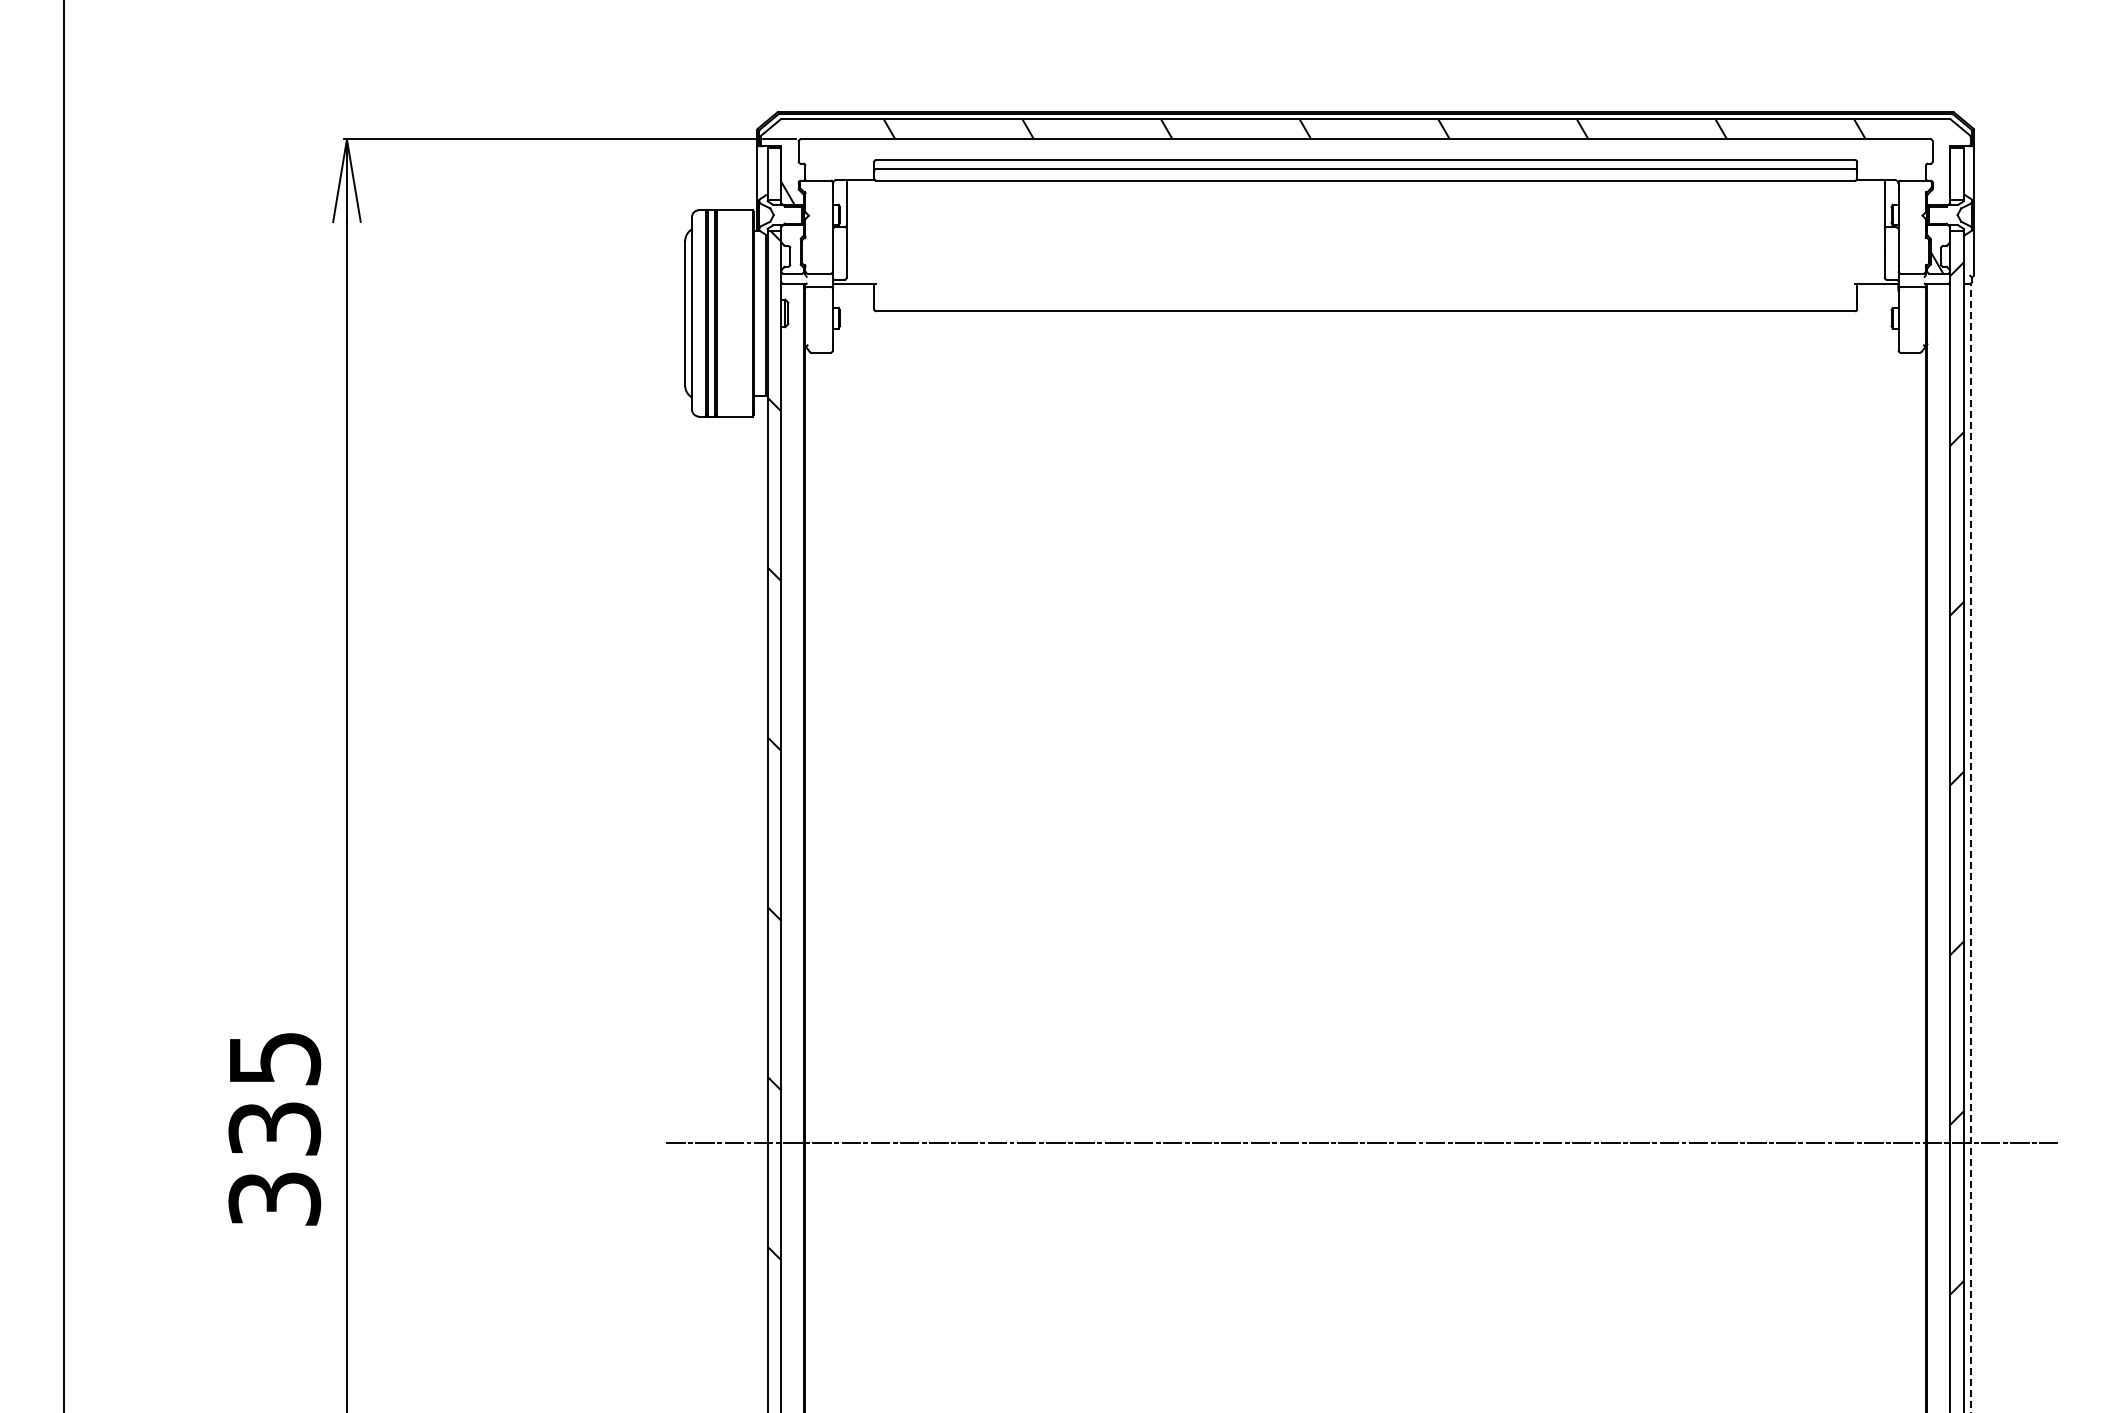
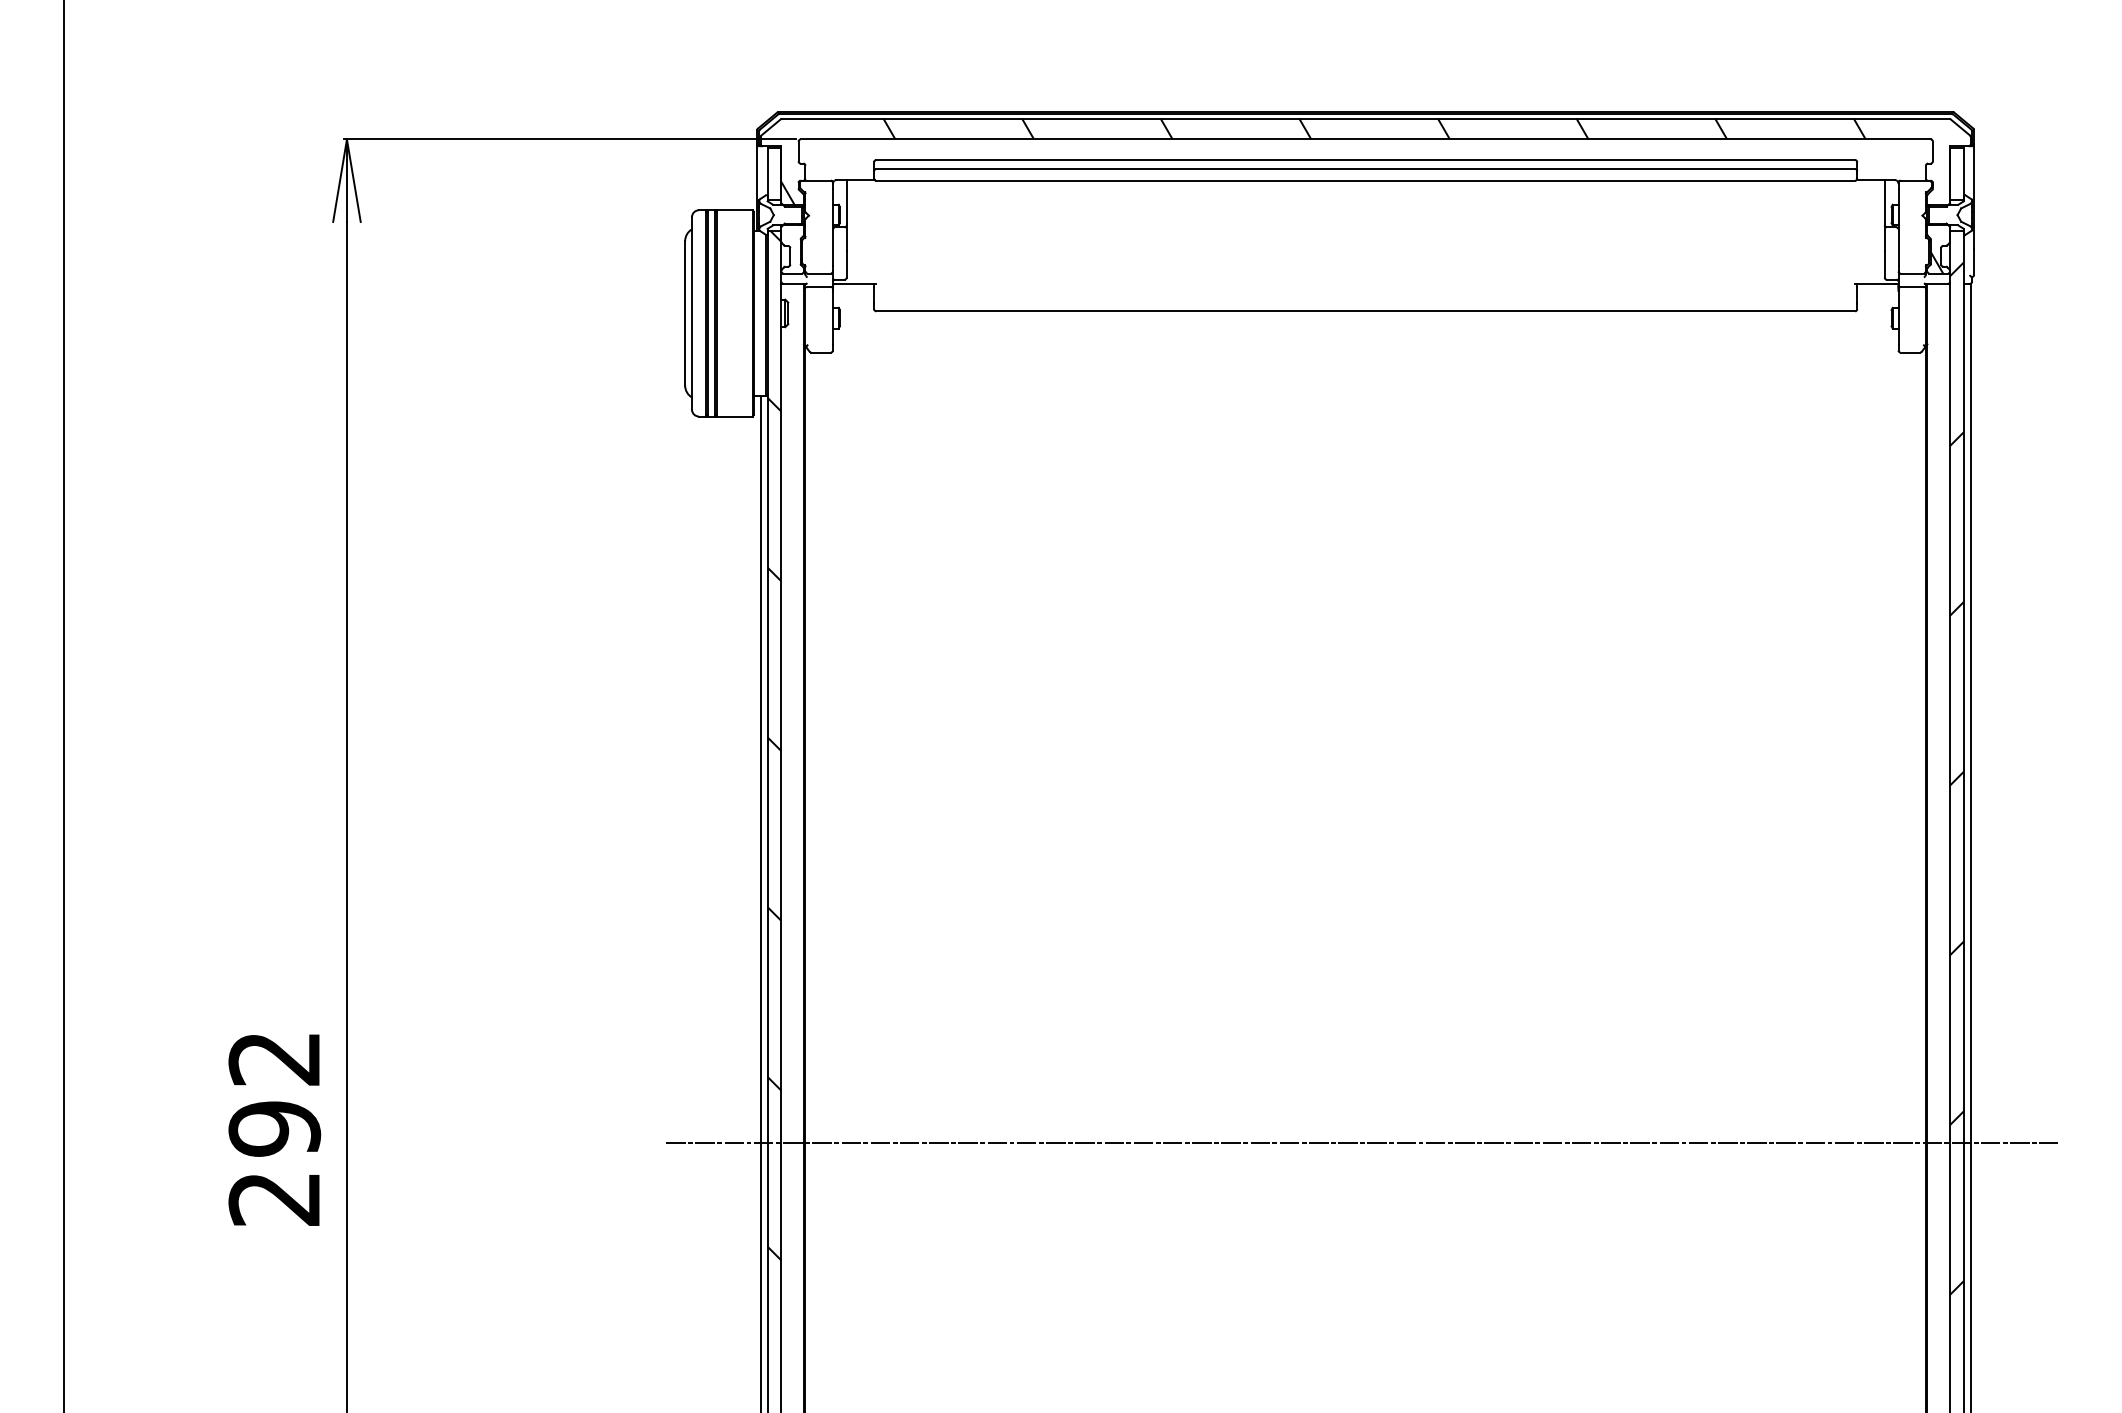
line at (1970, 847): dashed -> solid
line at (760, 902): none -> present
text at (274, 1129): 335 -> 292
